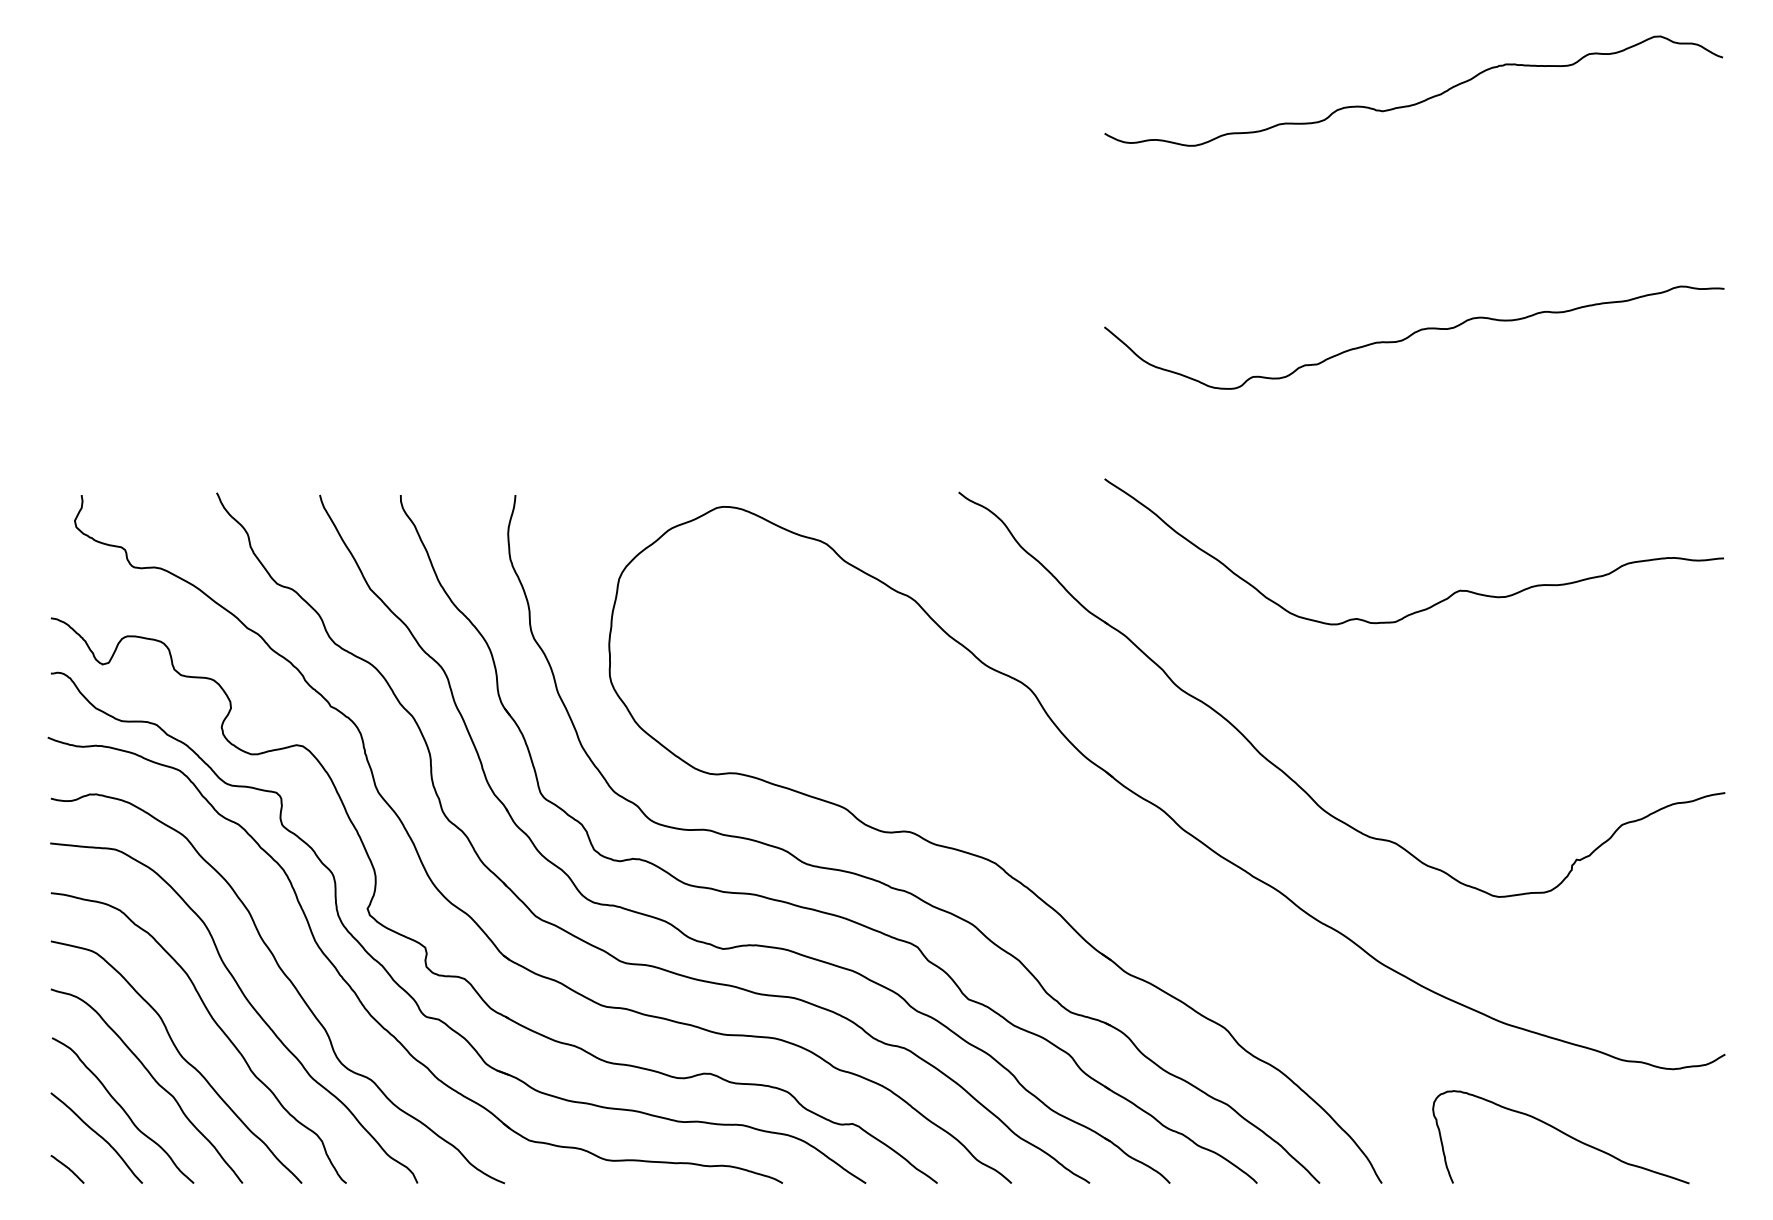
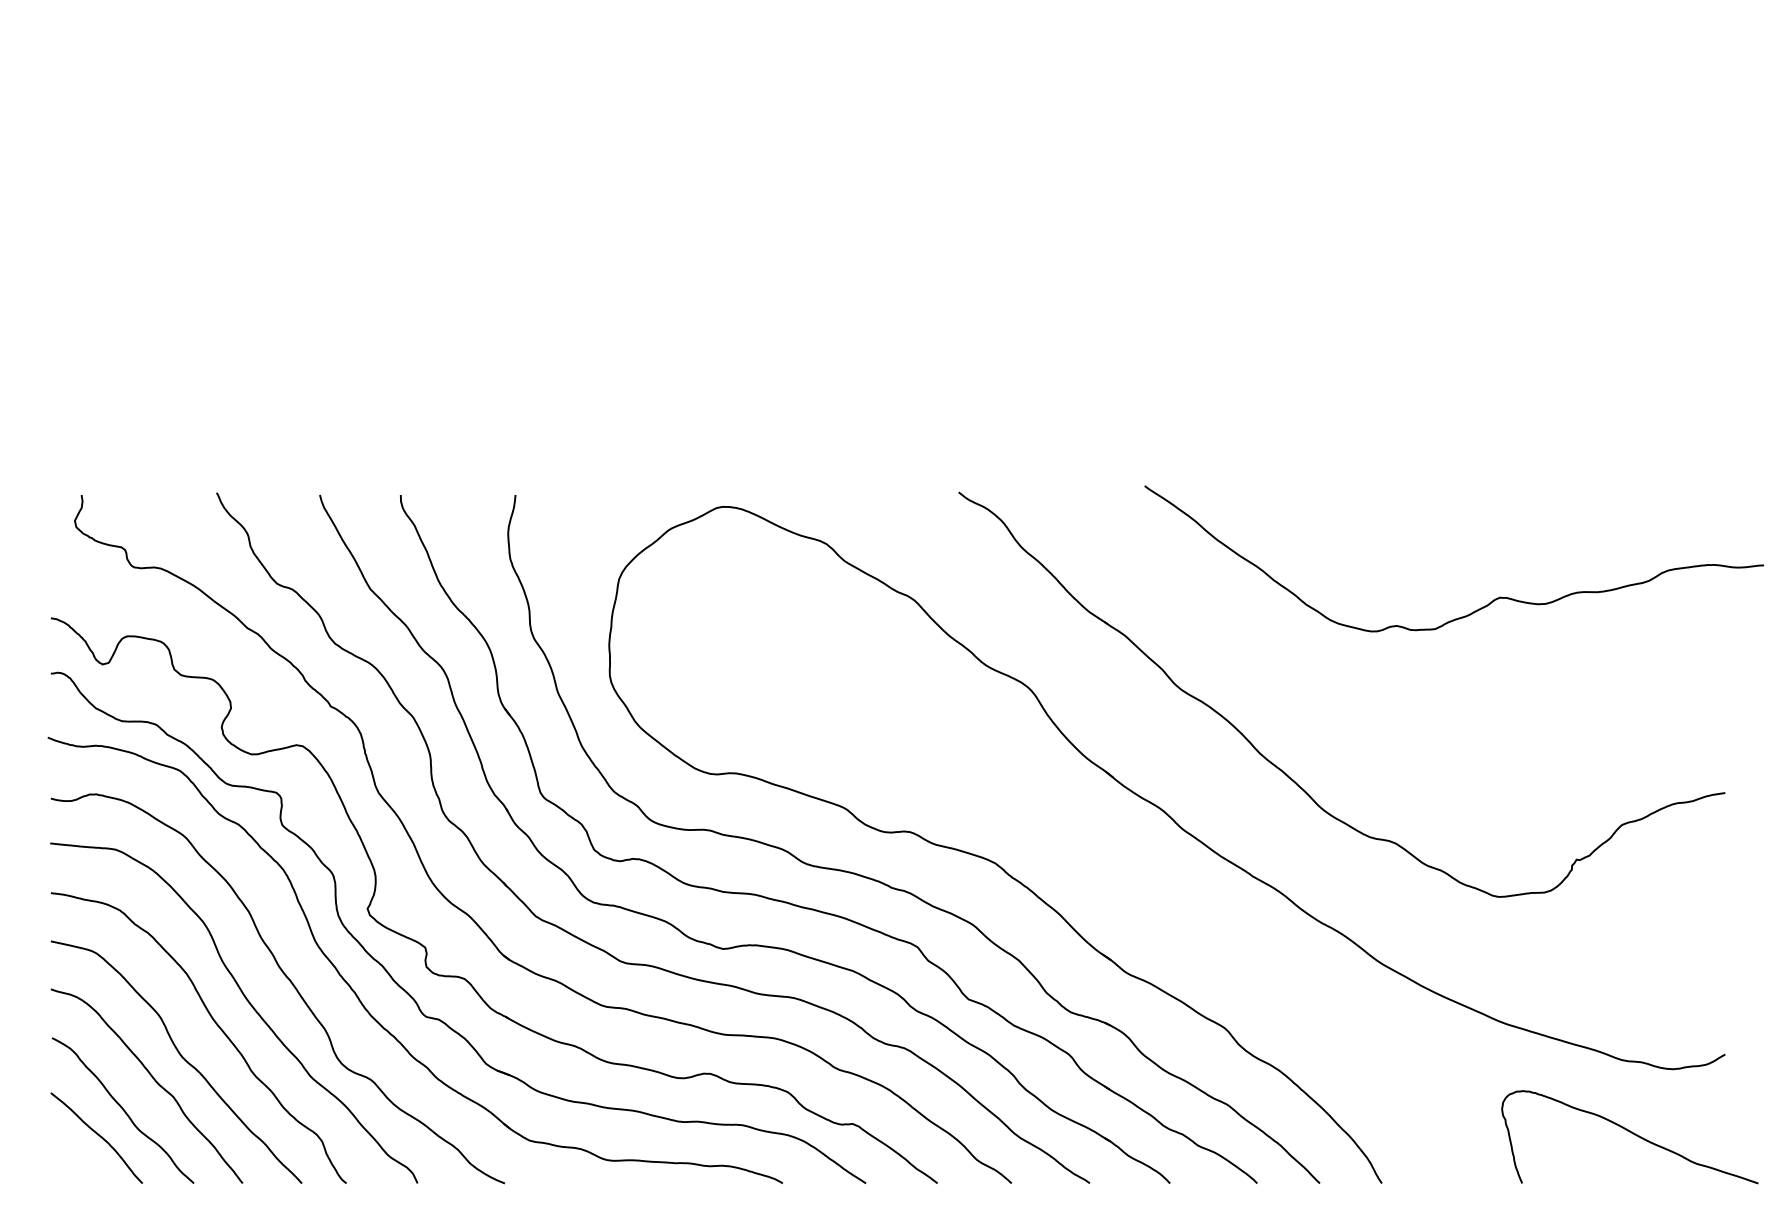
curve at (1419, 101): present -> none
curve at (1412, 335): present -> none
curve at (1440, 600) position: (1440, 600) -> (1480, 607)
curve at (1562, 1133) position: (1562, 1133) -> (1631, 1133)
curve at (67, 1168): present -> none
